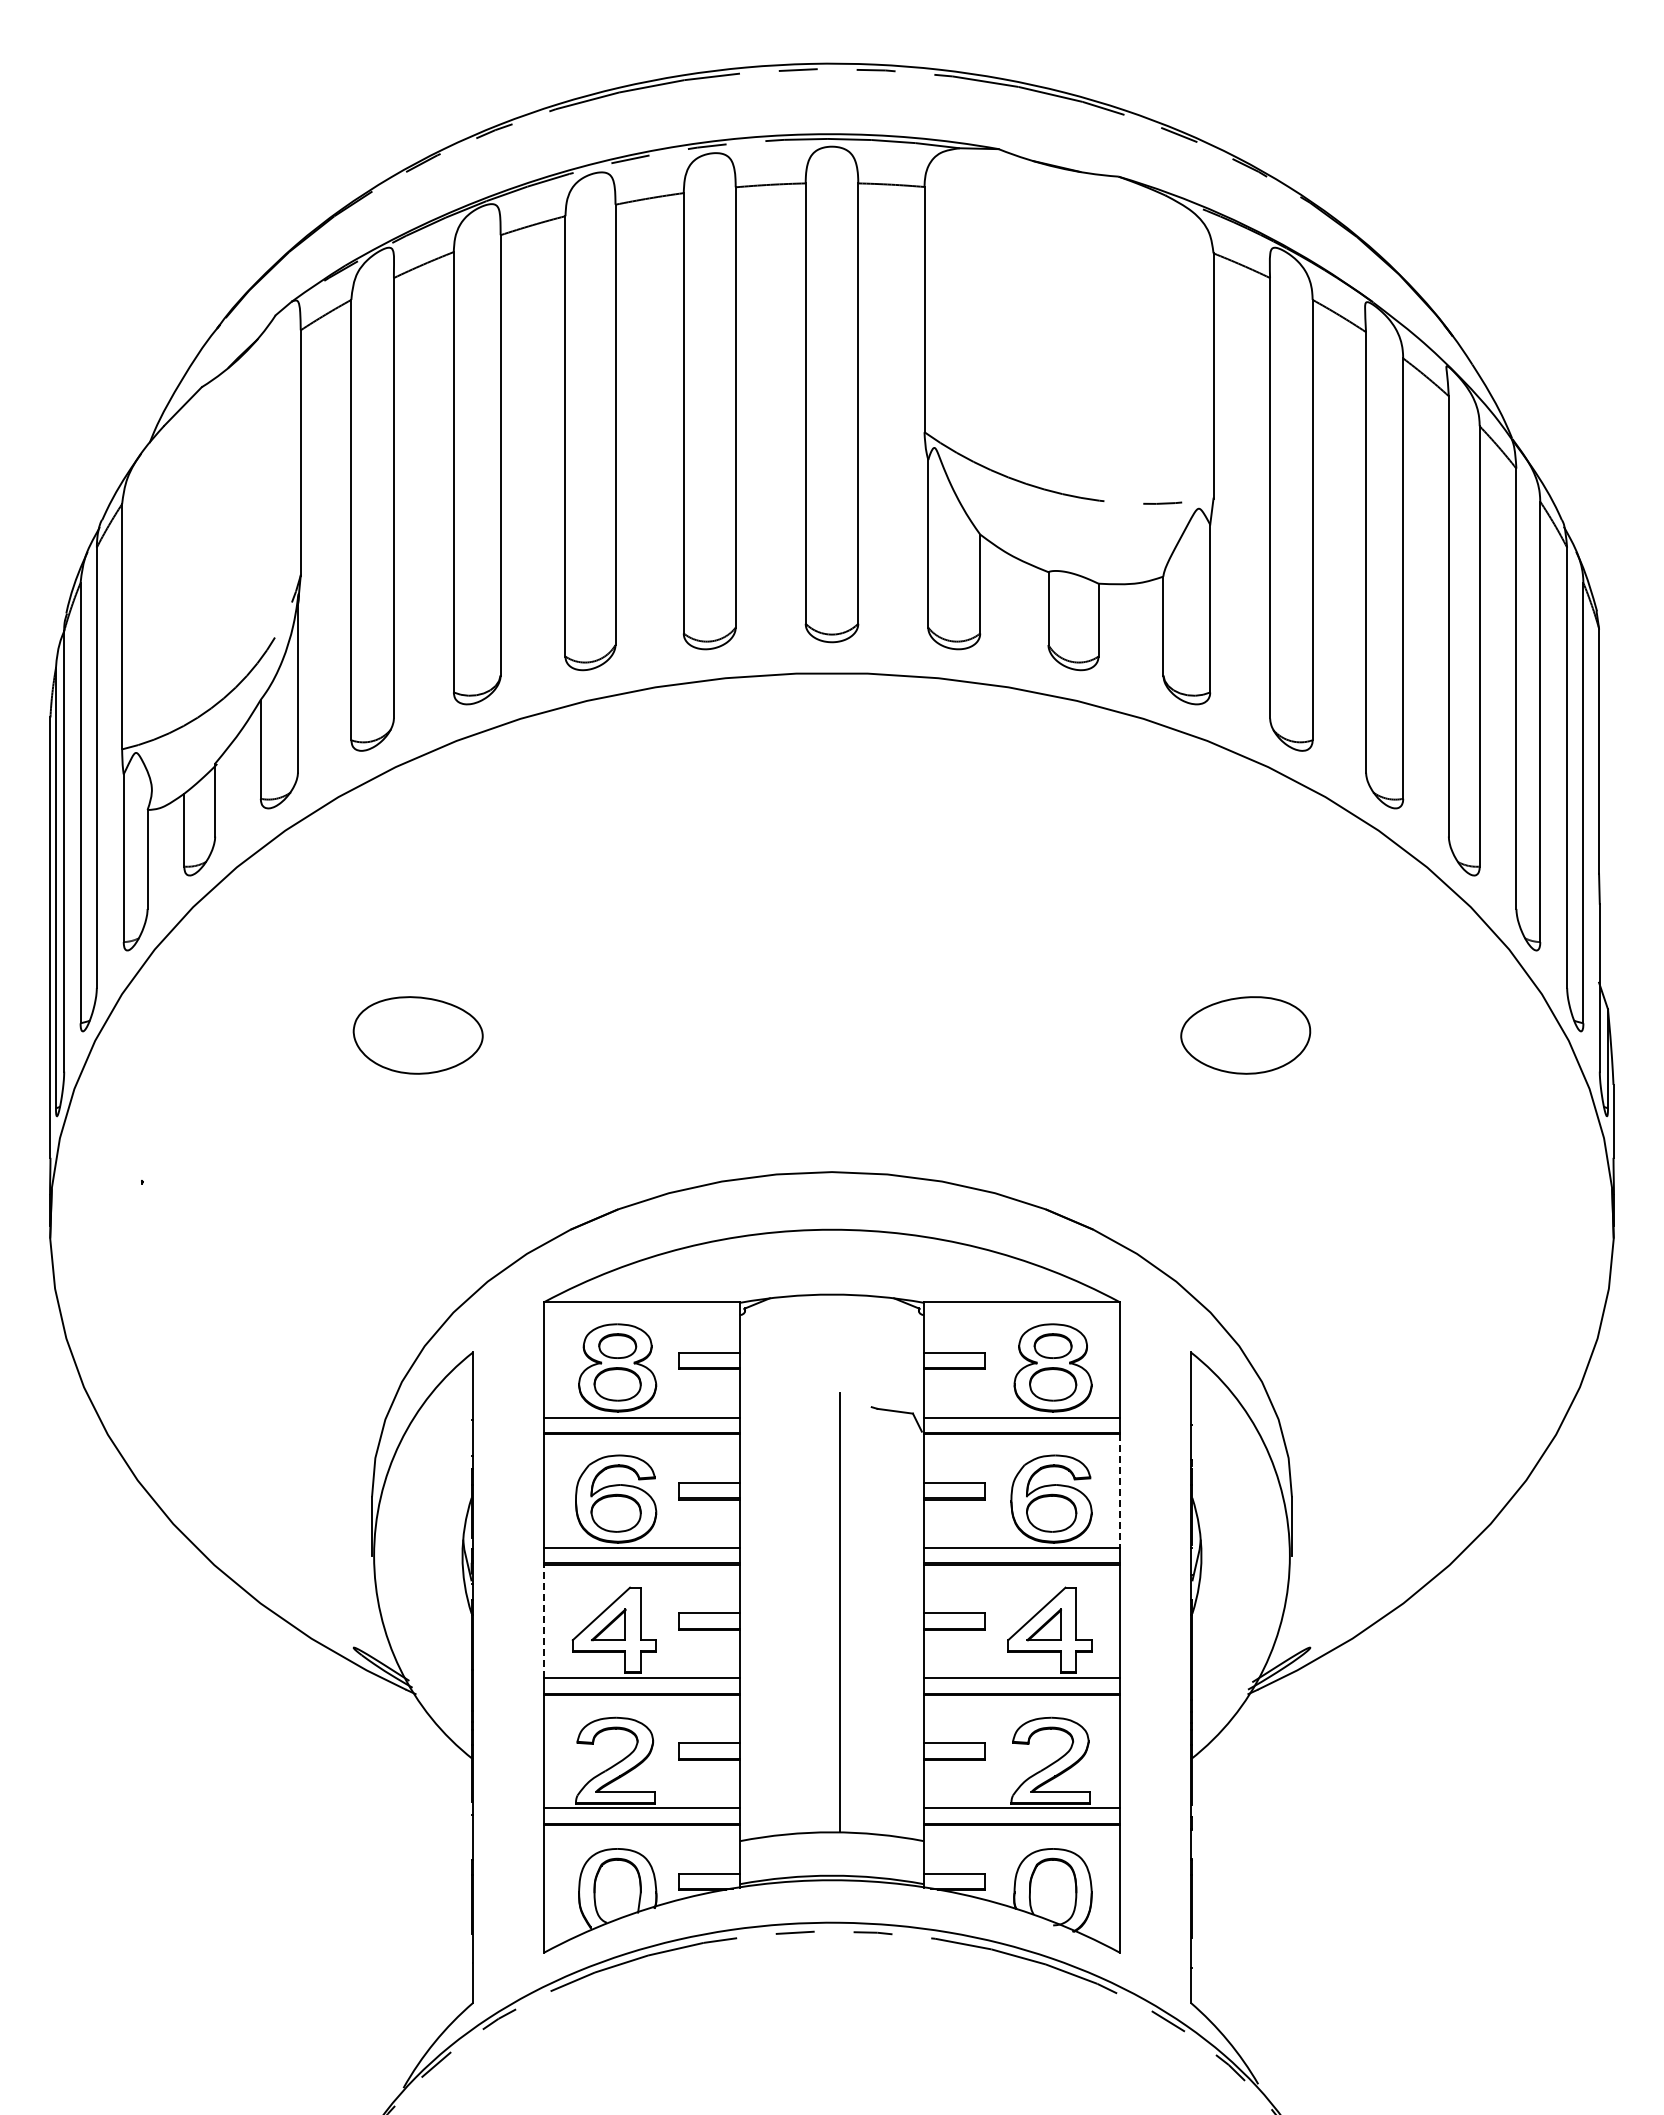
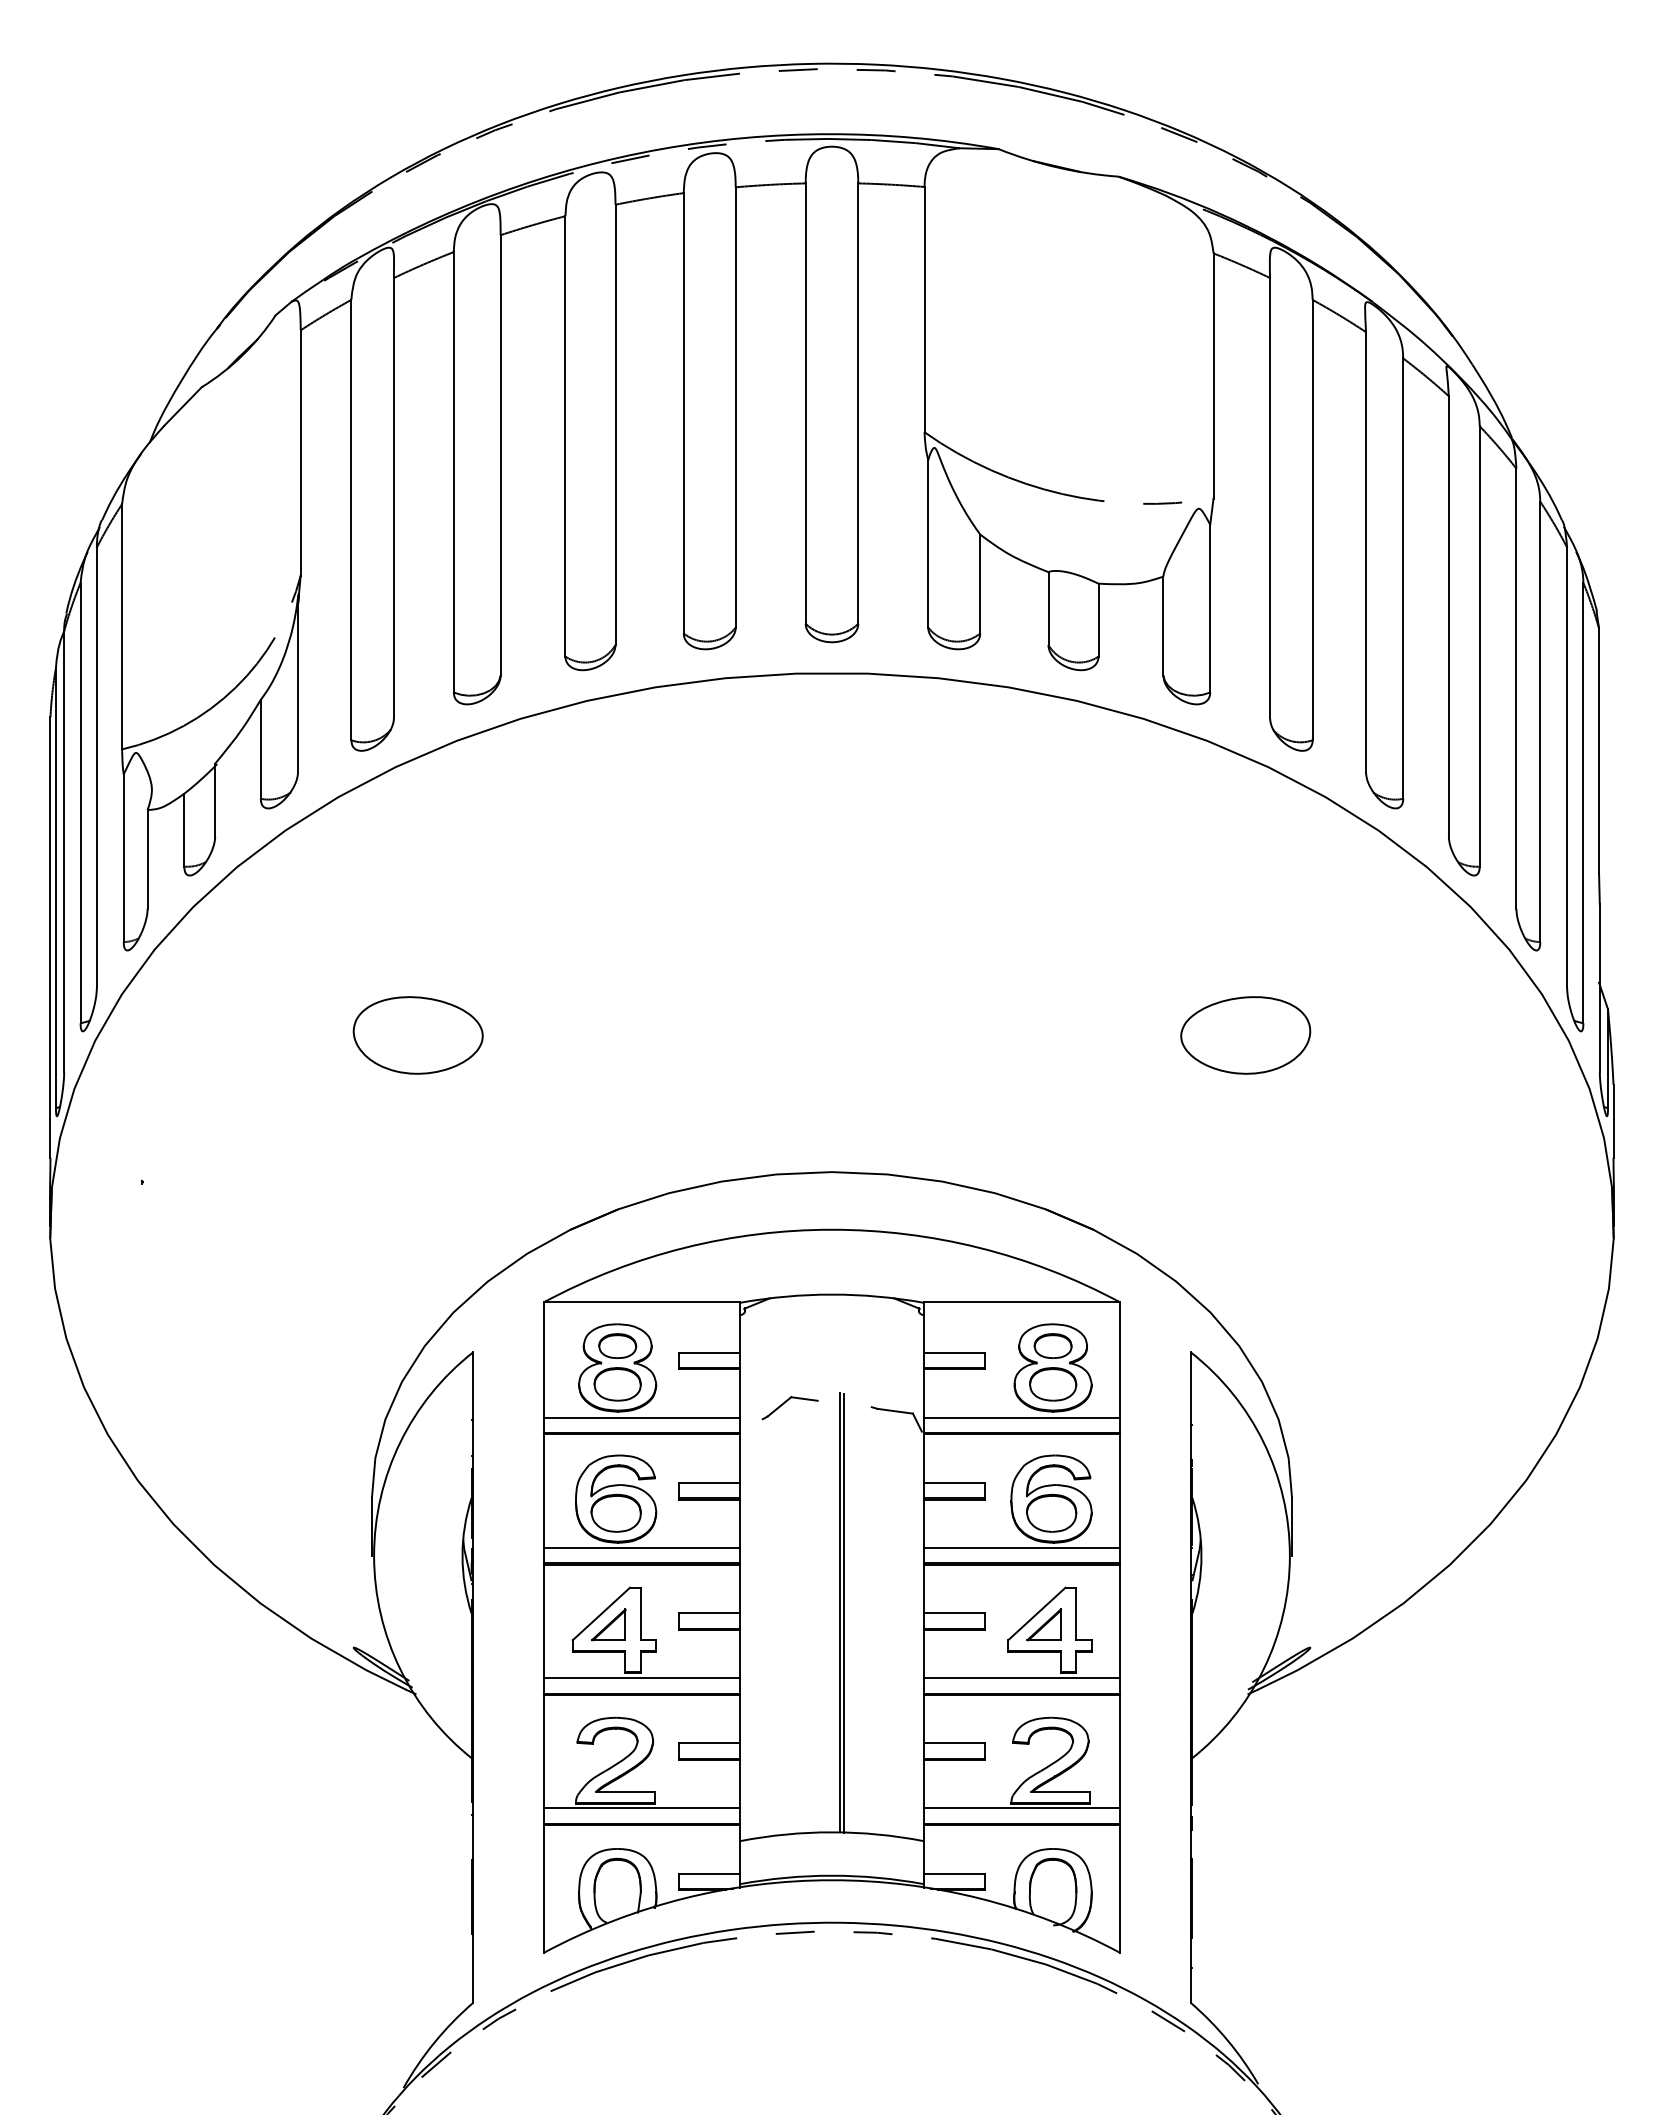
part at (785, 1403): none -> present
line at (1119, 1491): dashed -> solid
line at (844, 1612): none -> present
line at (544, 1621): dashed -> solid
